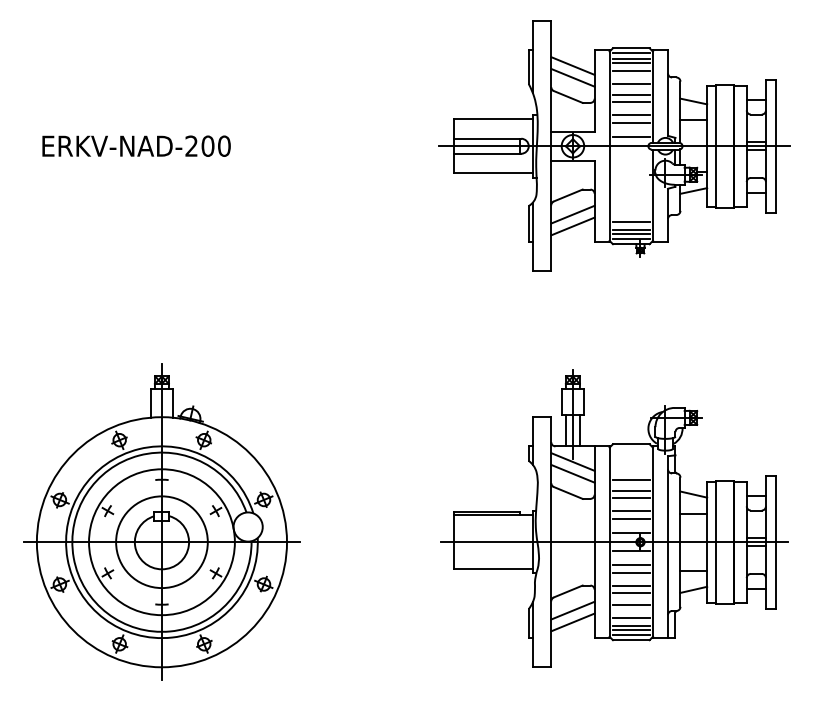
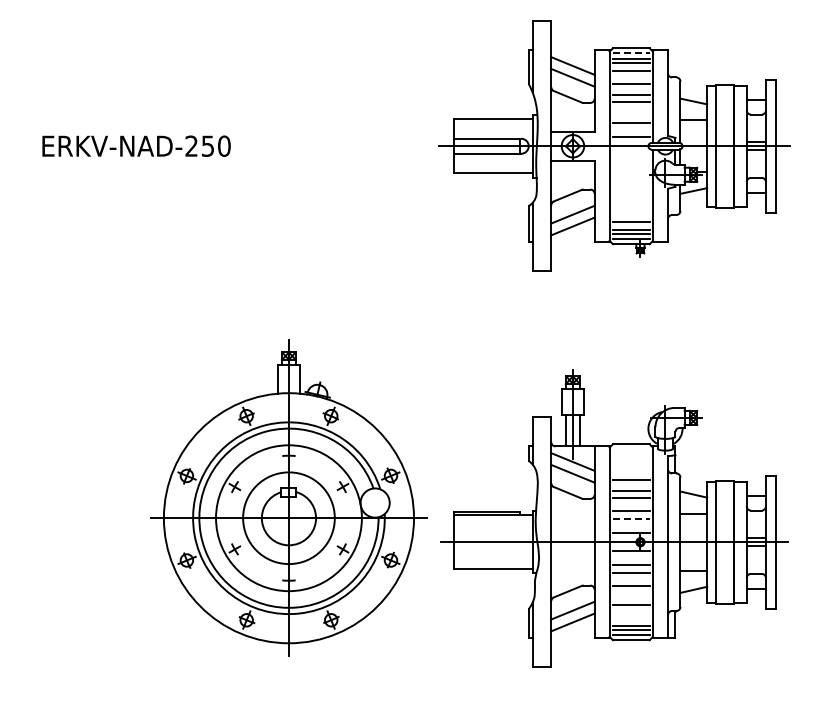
line at (631, 53): solid -> dashed
line at (630, 115): present -> none
text at (207, 145): ERKV-NAD-200 -> ERKV-NAD-250
line at (631, 519): solid -> dashed
part at (161, 521) position: (161, 521) -> (288, 497)
line at (630, 593): present -> none
line at (630, 617): present -> none
